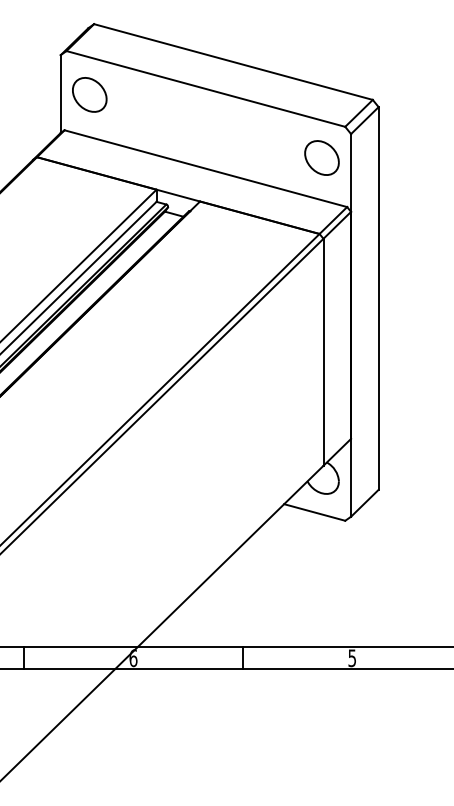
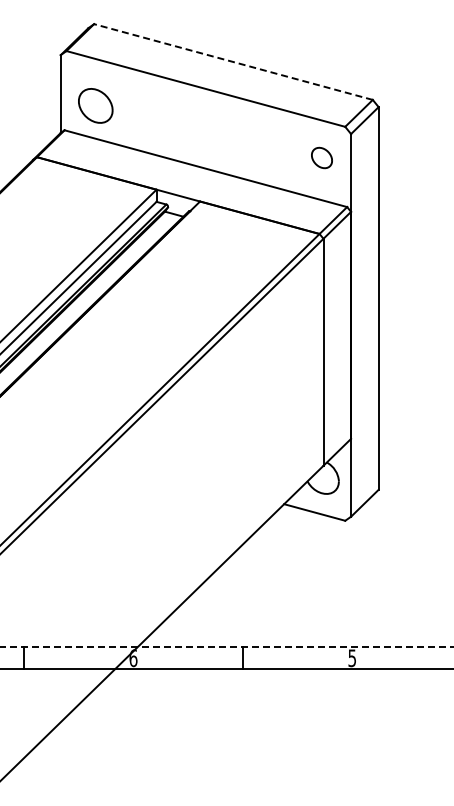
line at (232, 61): solid -> dashed
part at (89, 94) position: (89, 94) -> (95, 105)
part at (321, 157) size: 36x36 px -> 22x24 px
line at (227, 647): solid -> dashed
